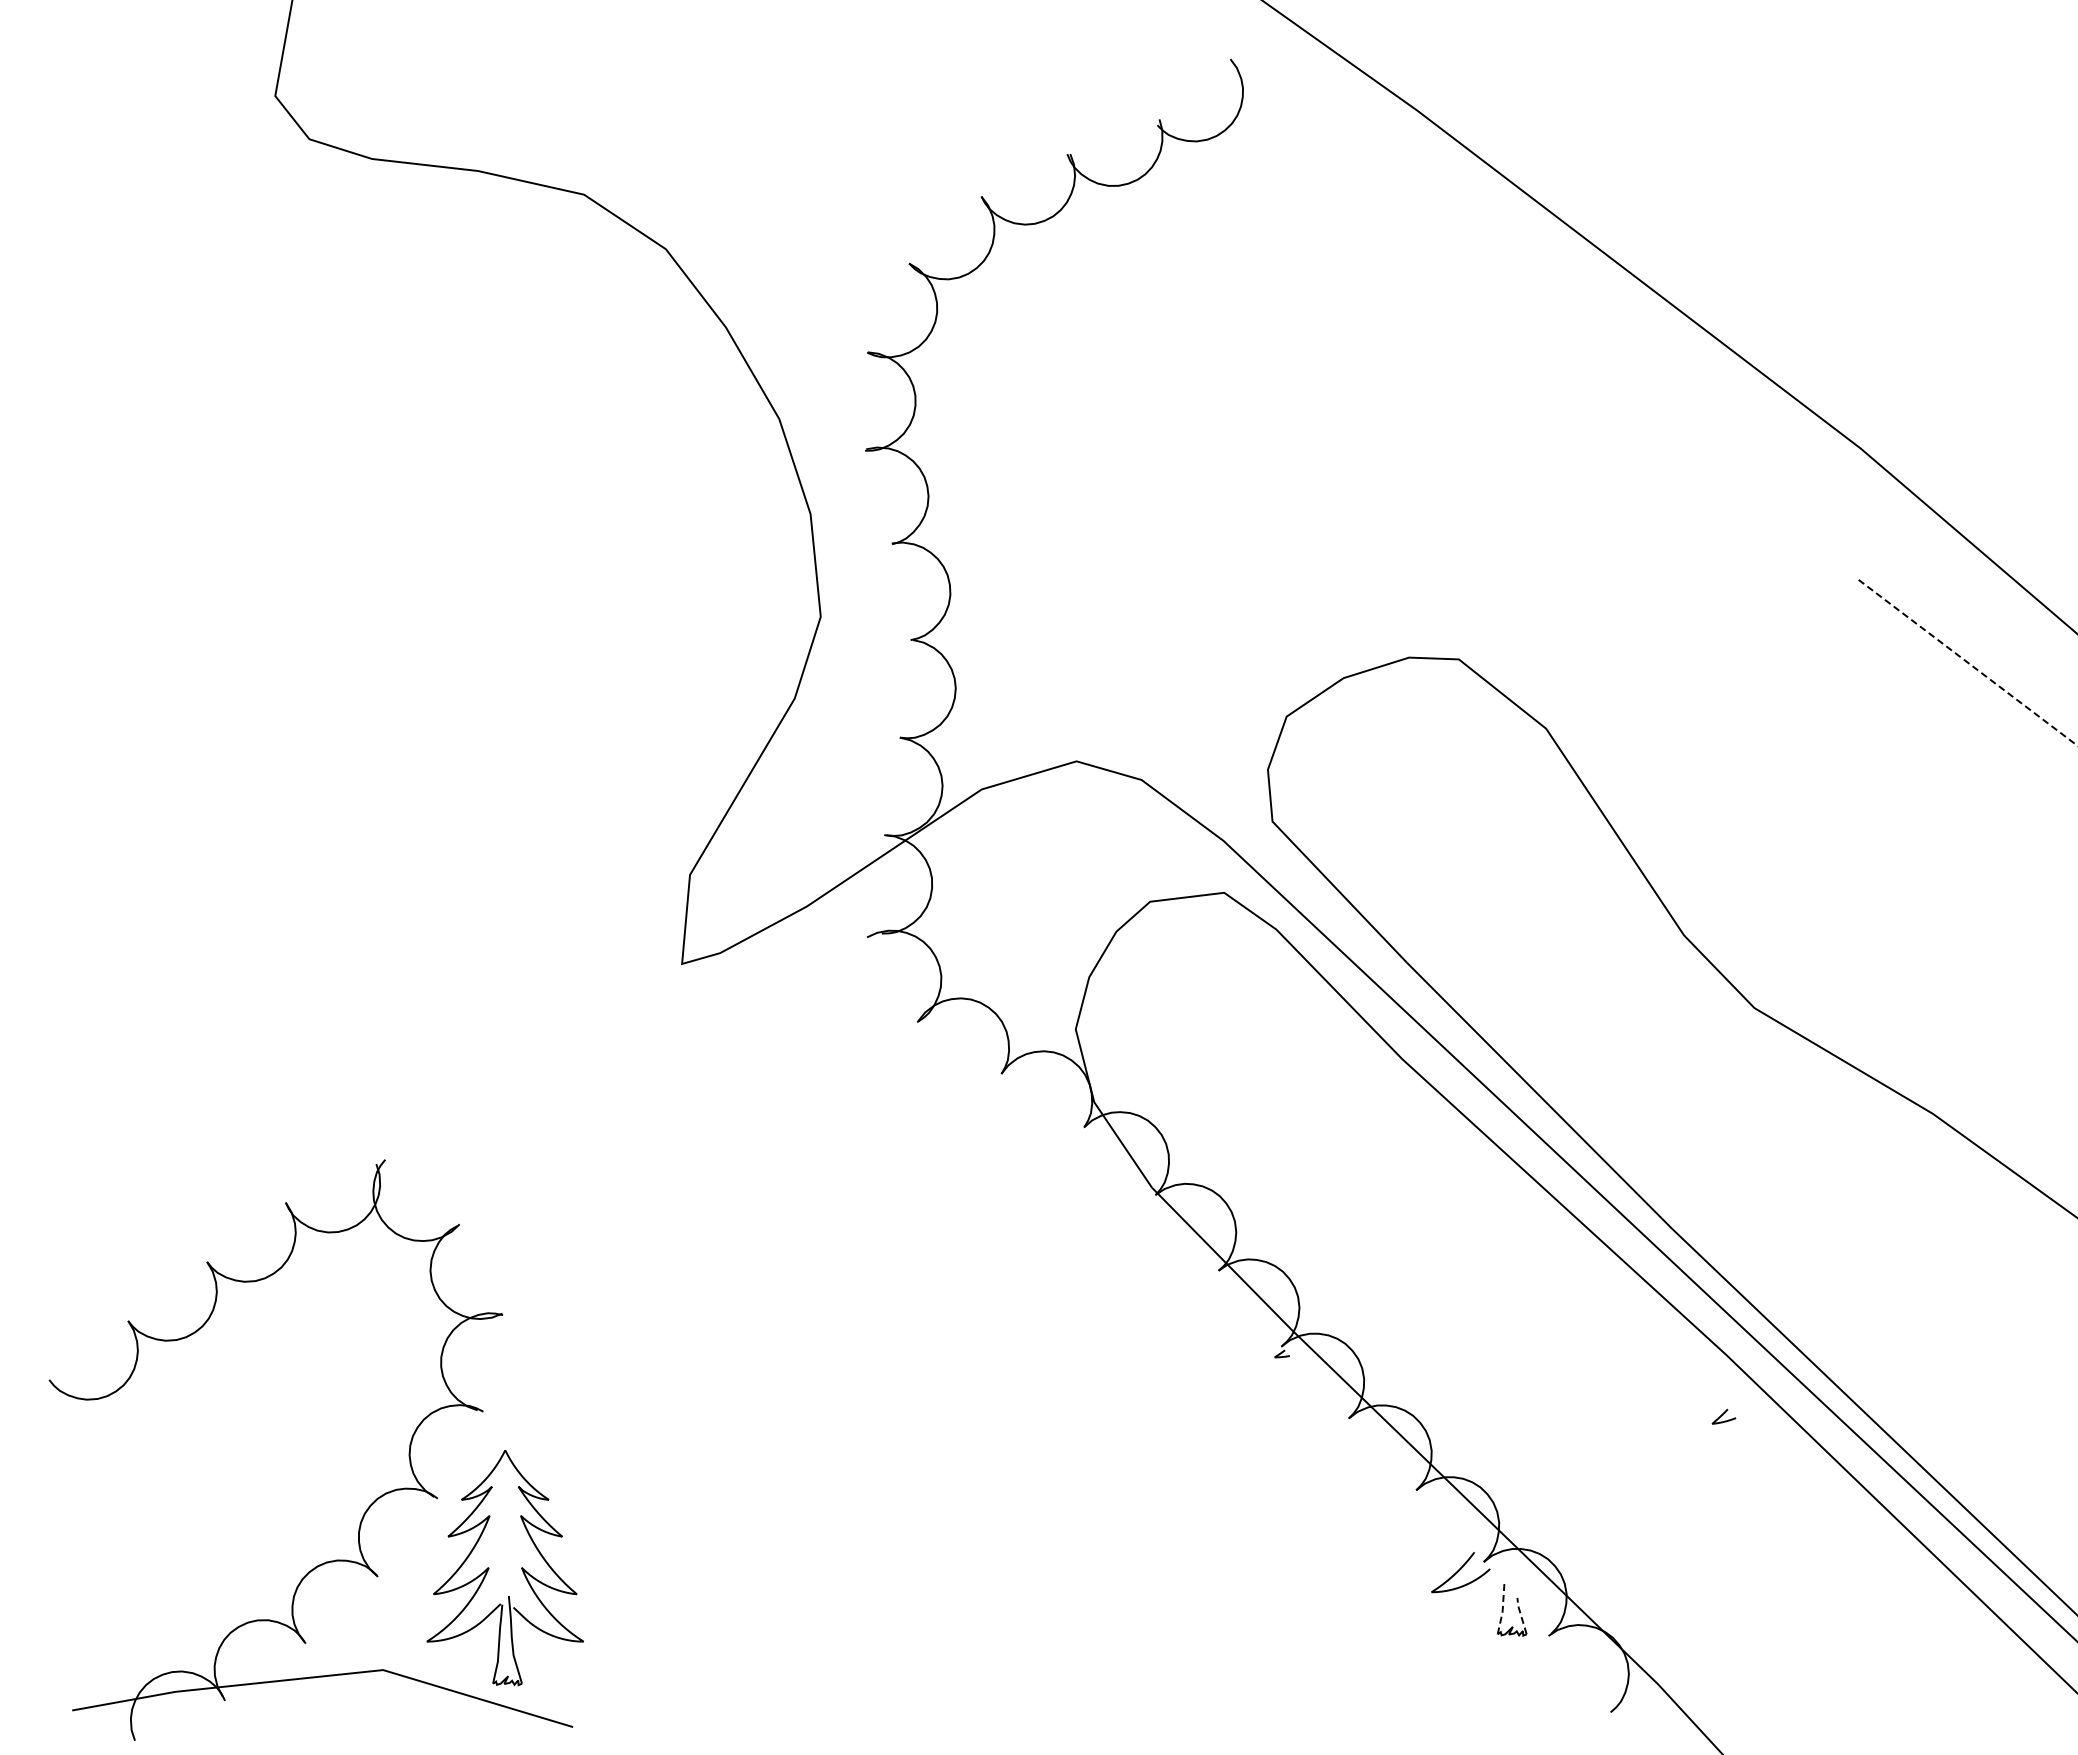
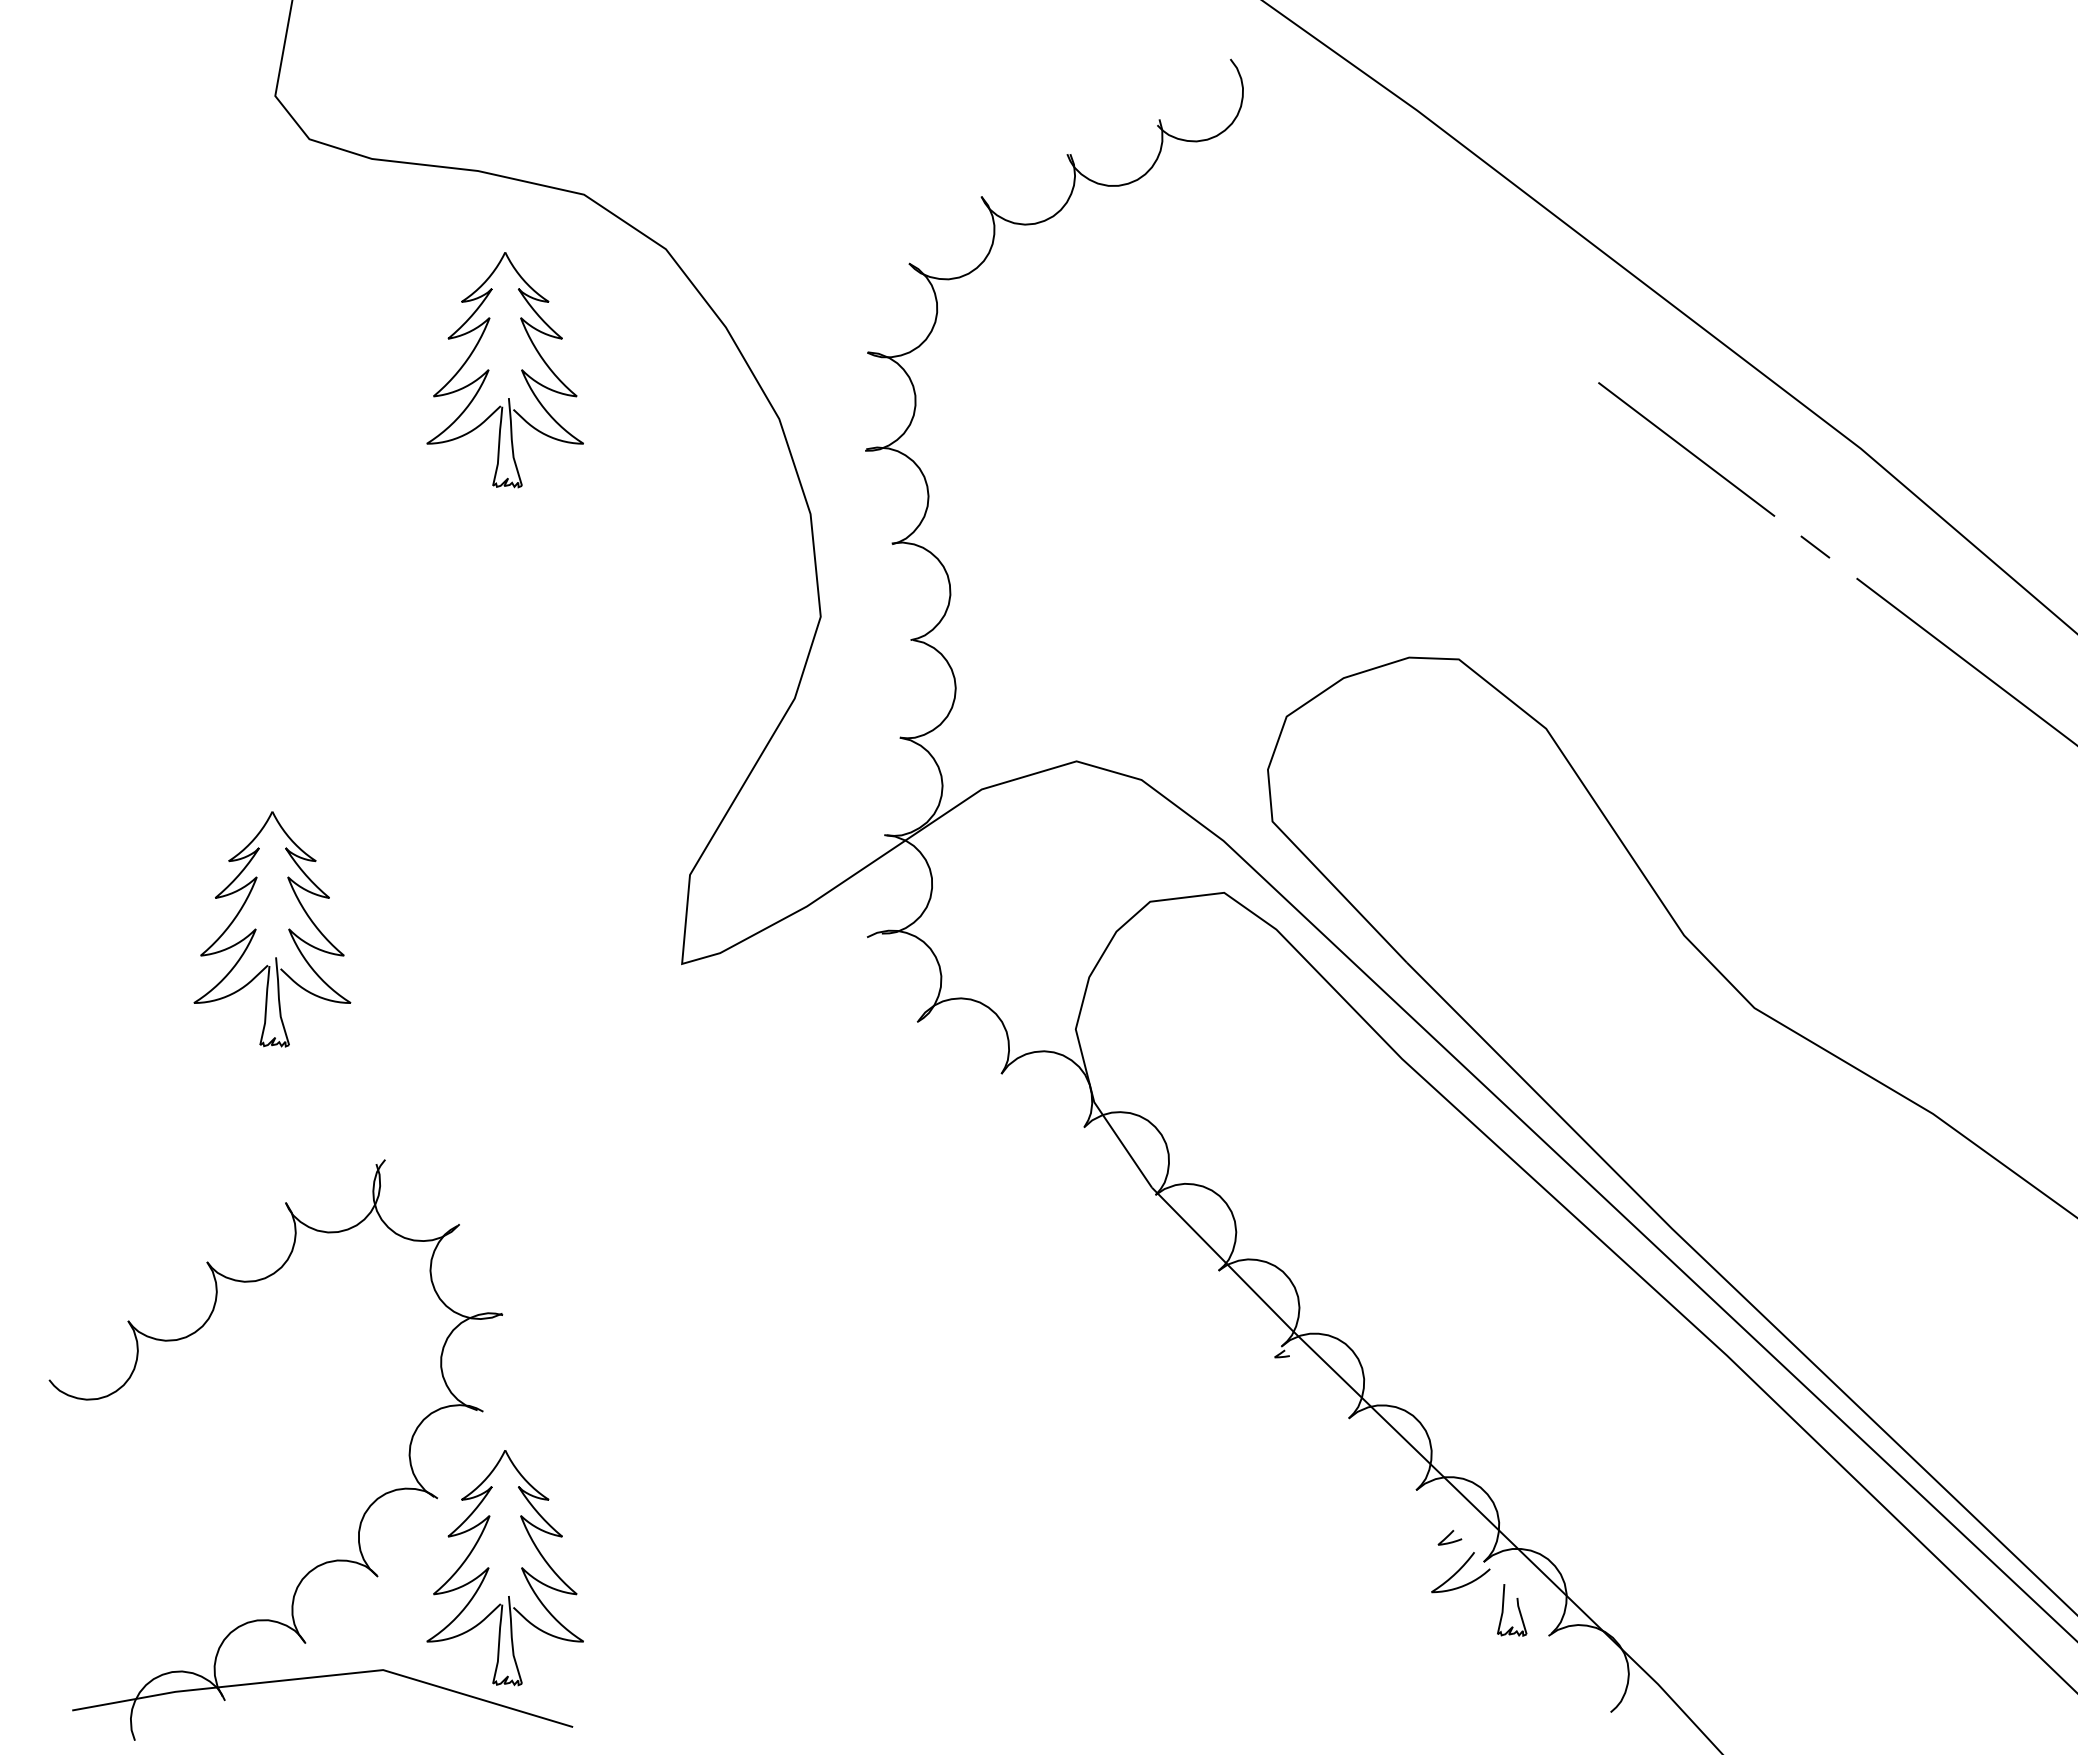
part at (489, 370): none -> present
line at (1686, 449): none -> present
line at (1815, 546): none -> present
line at (1967, 662): dashed -> solid
part at (256, 929): none -> present
curve at (1723, 1415) position: (1723, 1415) -> (1449, 1536)
line at (1502, 1609): dashed -> solid
line at (1521, 1615): dashed -> solid
